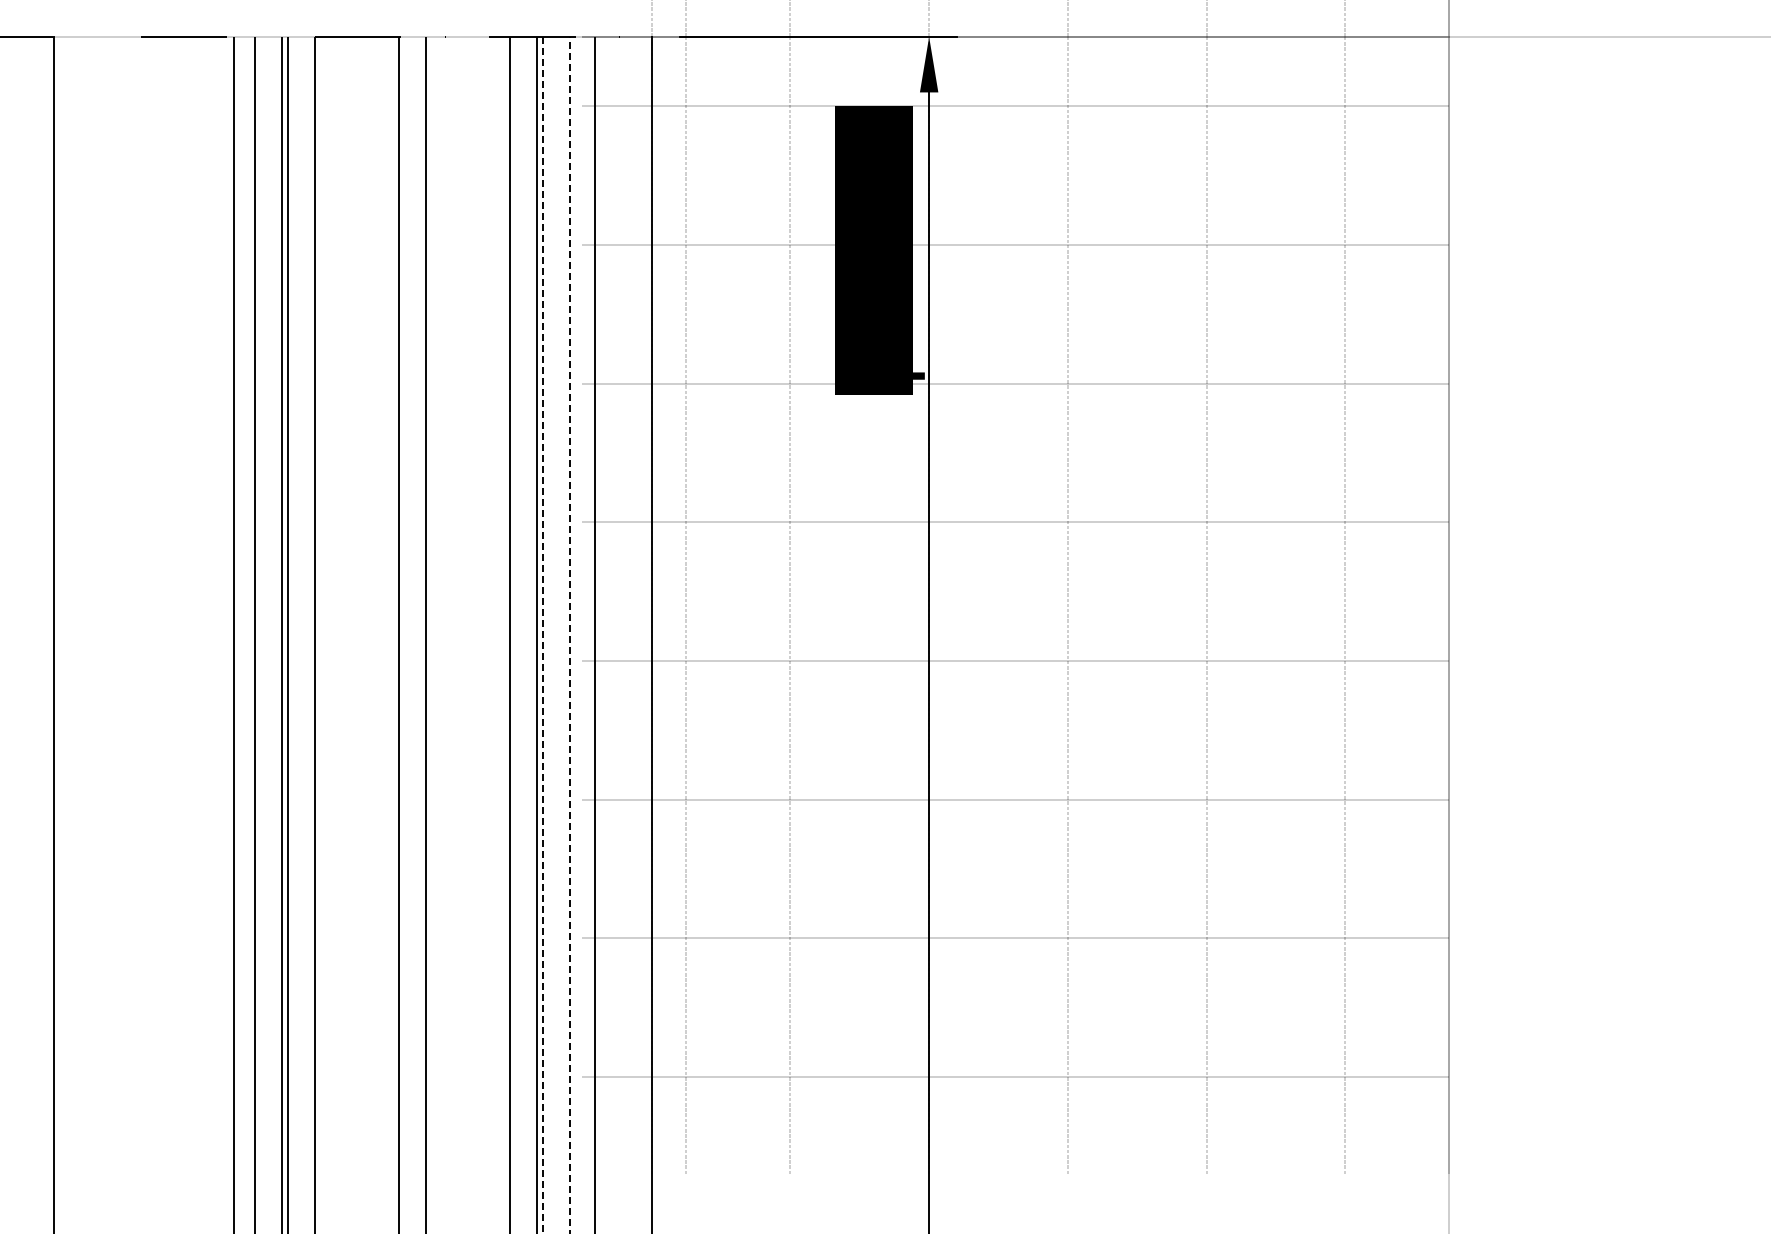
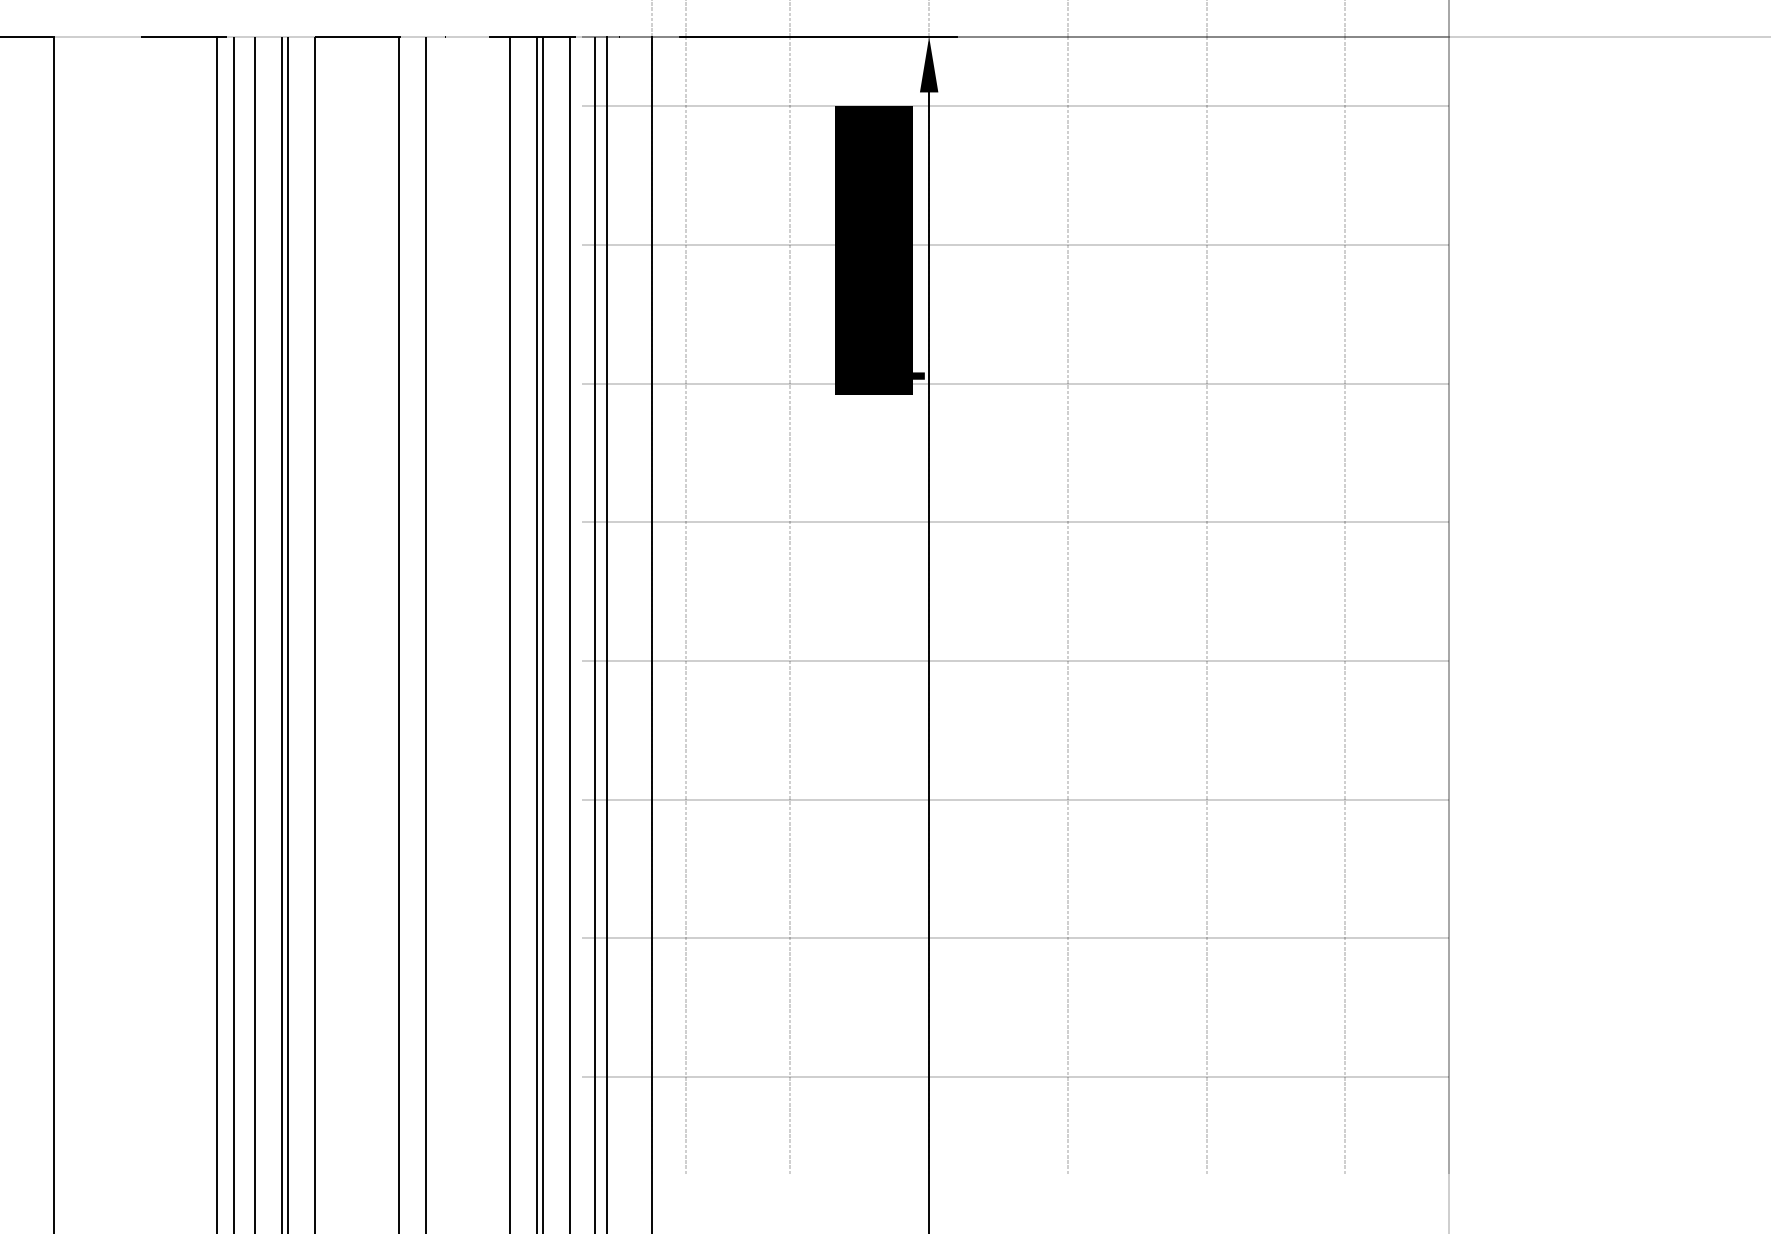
line at (216, 633): none -> present
line at (607, 633): none -> present
line at (570, 1233): dashed -> solid
